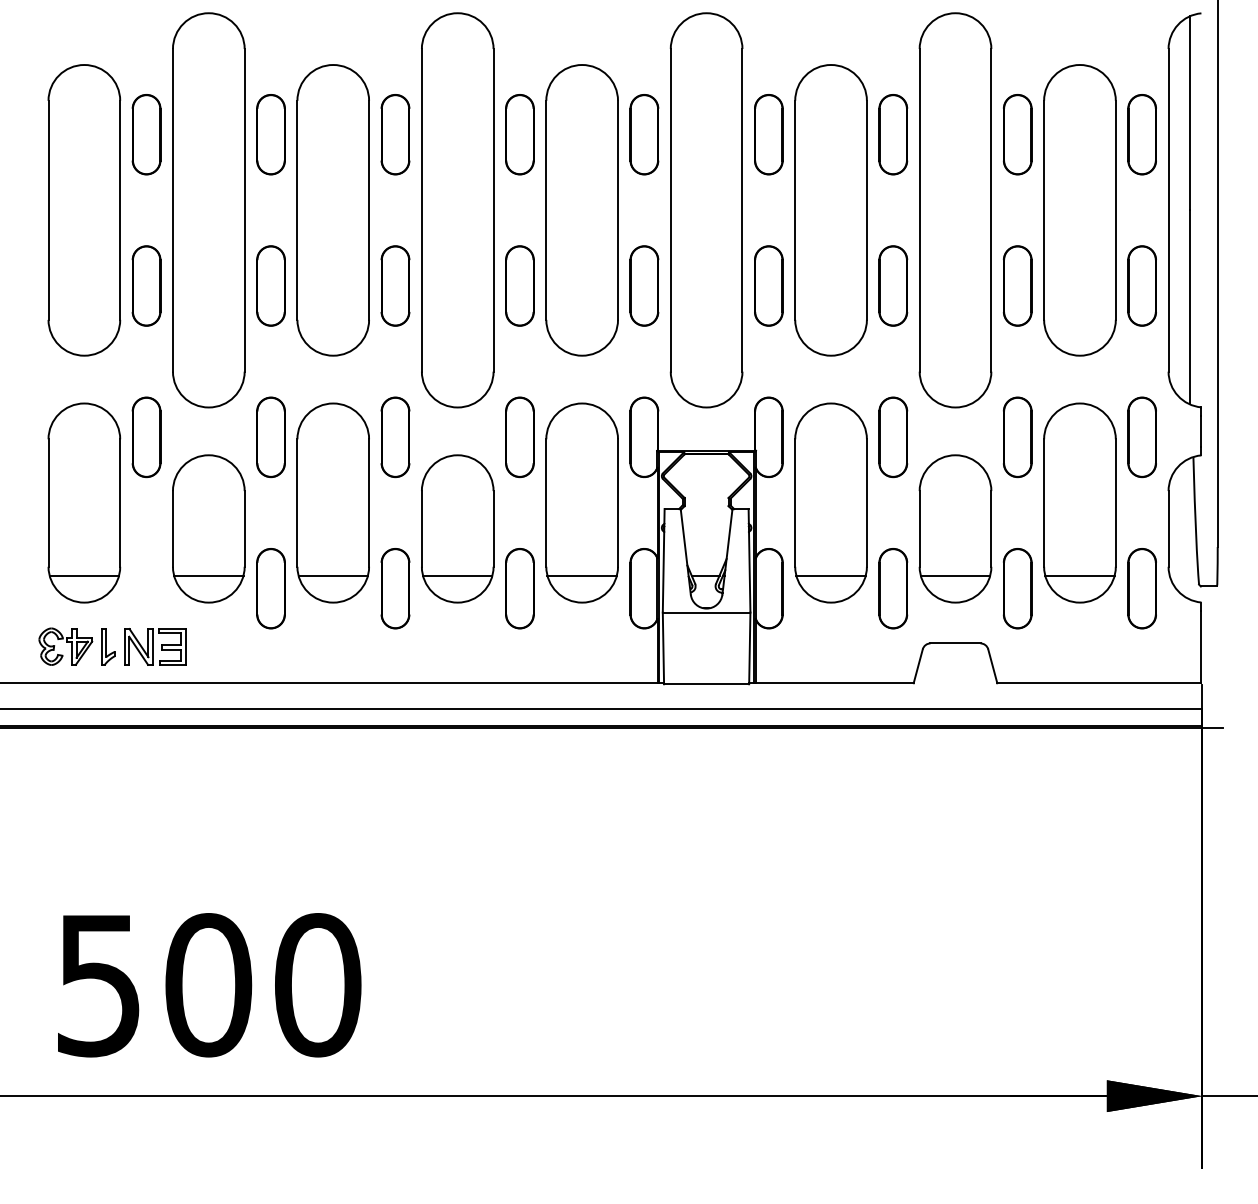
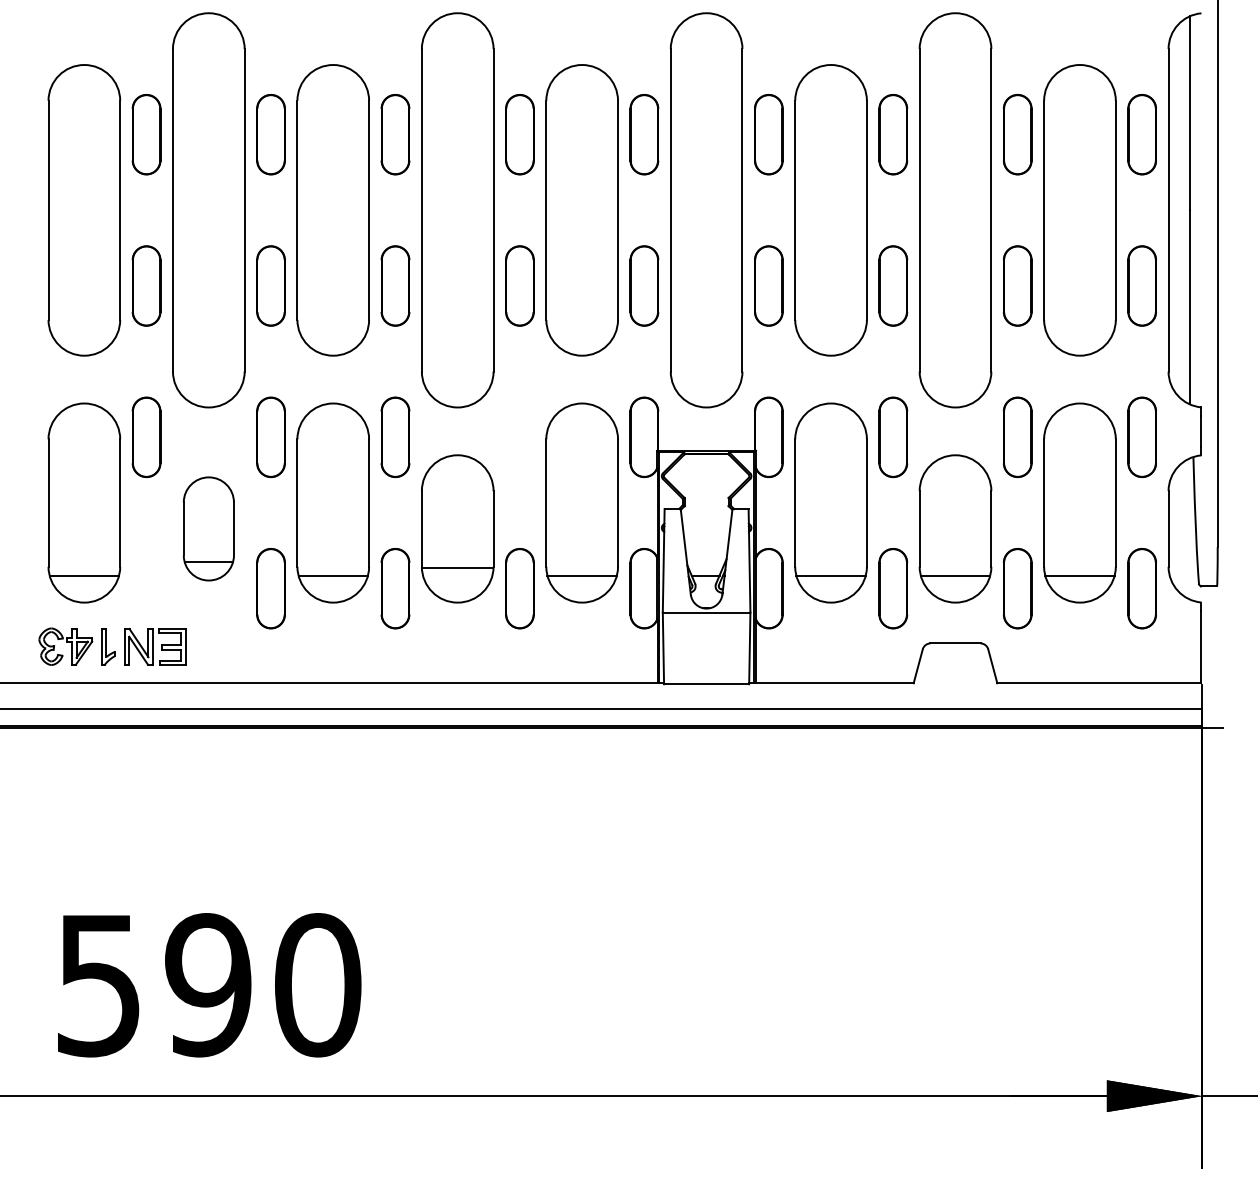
part at (519, 437): present -> none
part at (208, 528) size: 74x150 px -> 53x106 px
line at (457, 575) position: (457, 575) -> (457, 567)
text at (208, 985): 500 -> 590
